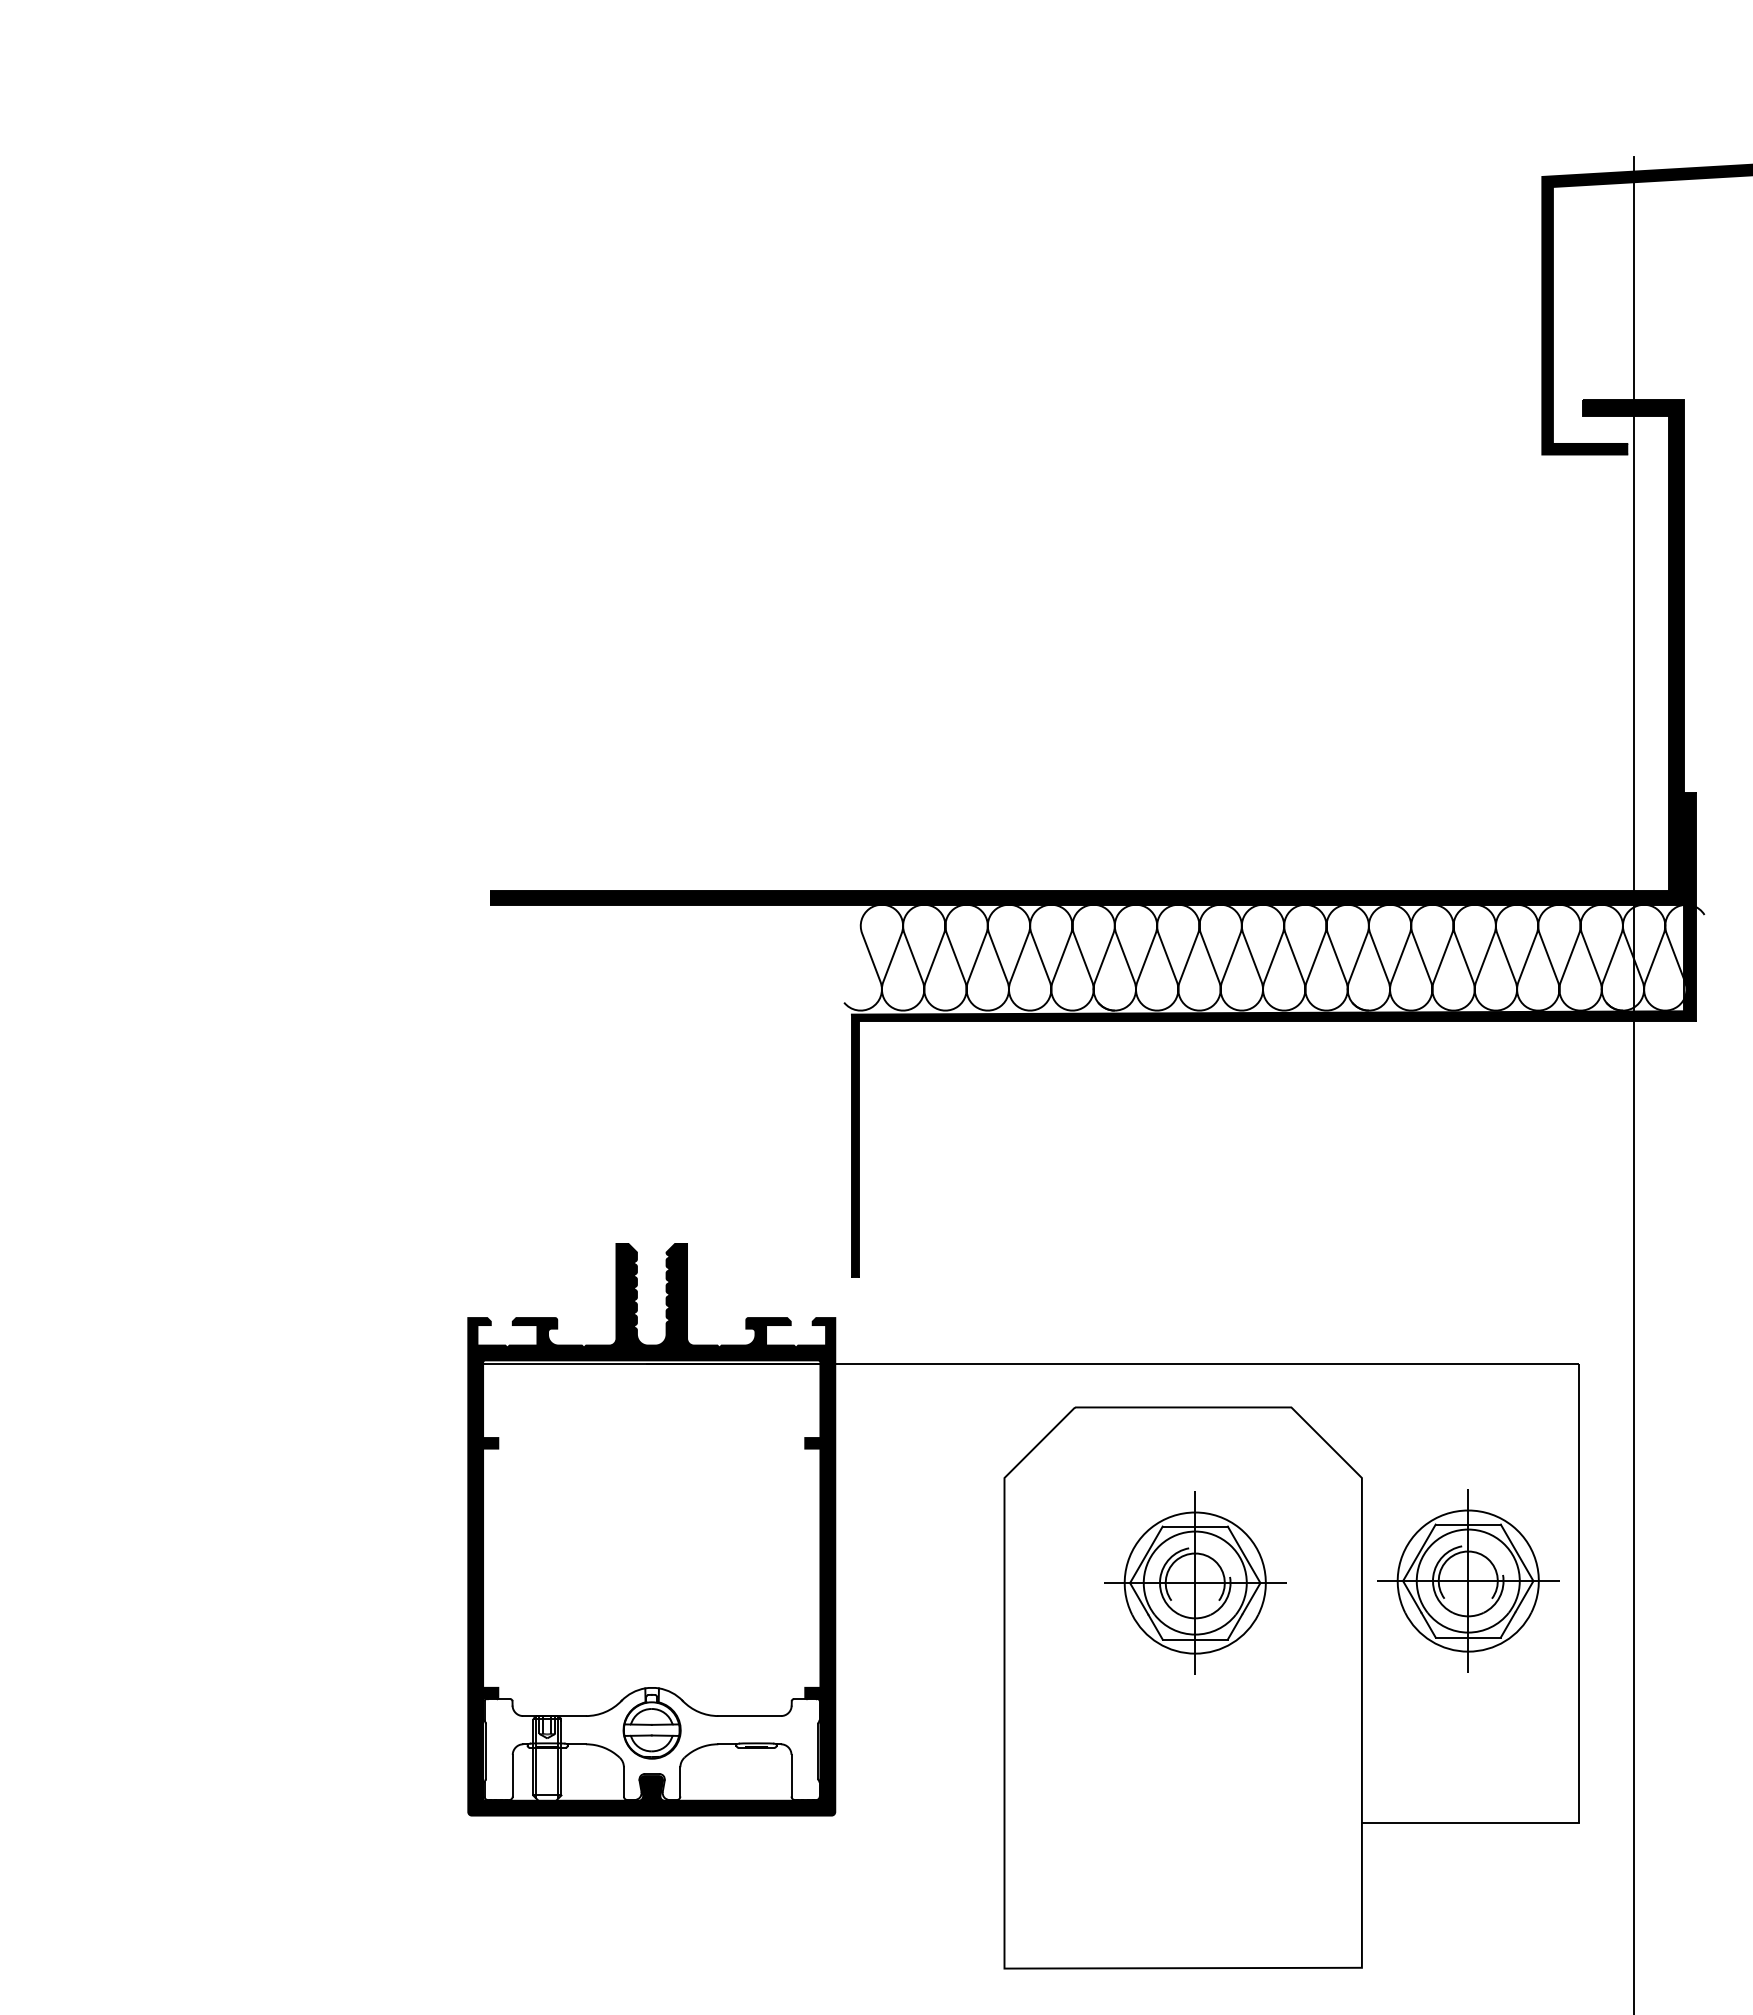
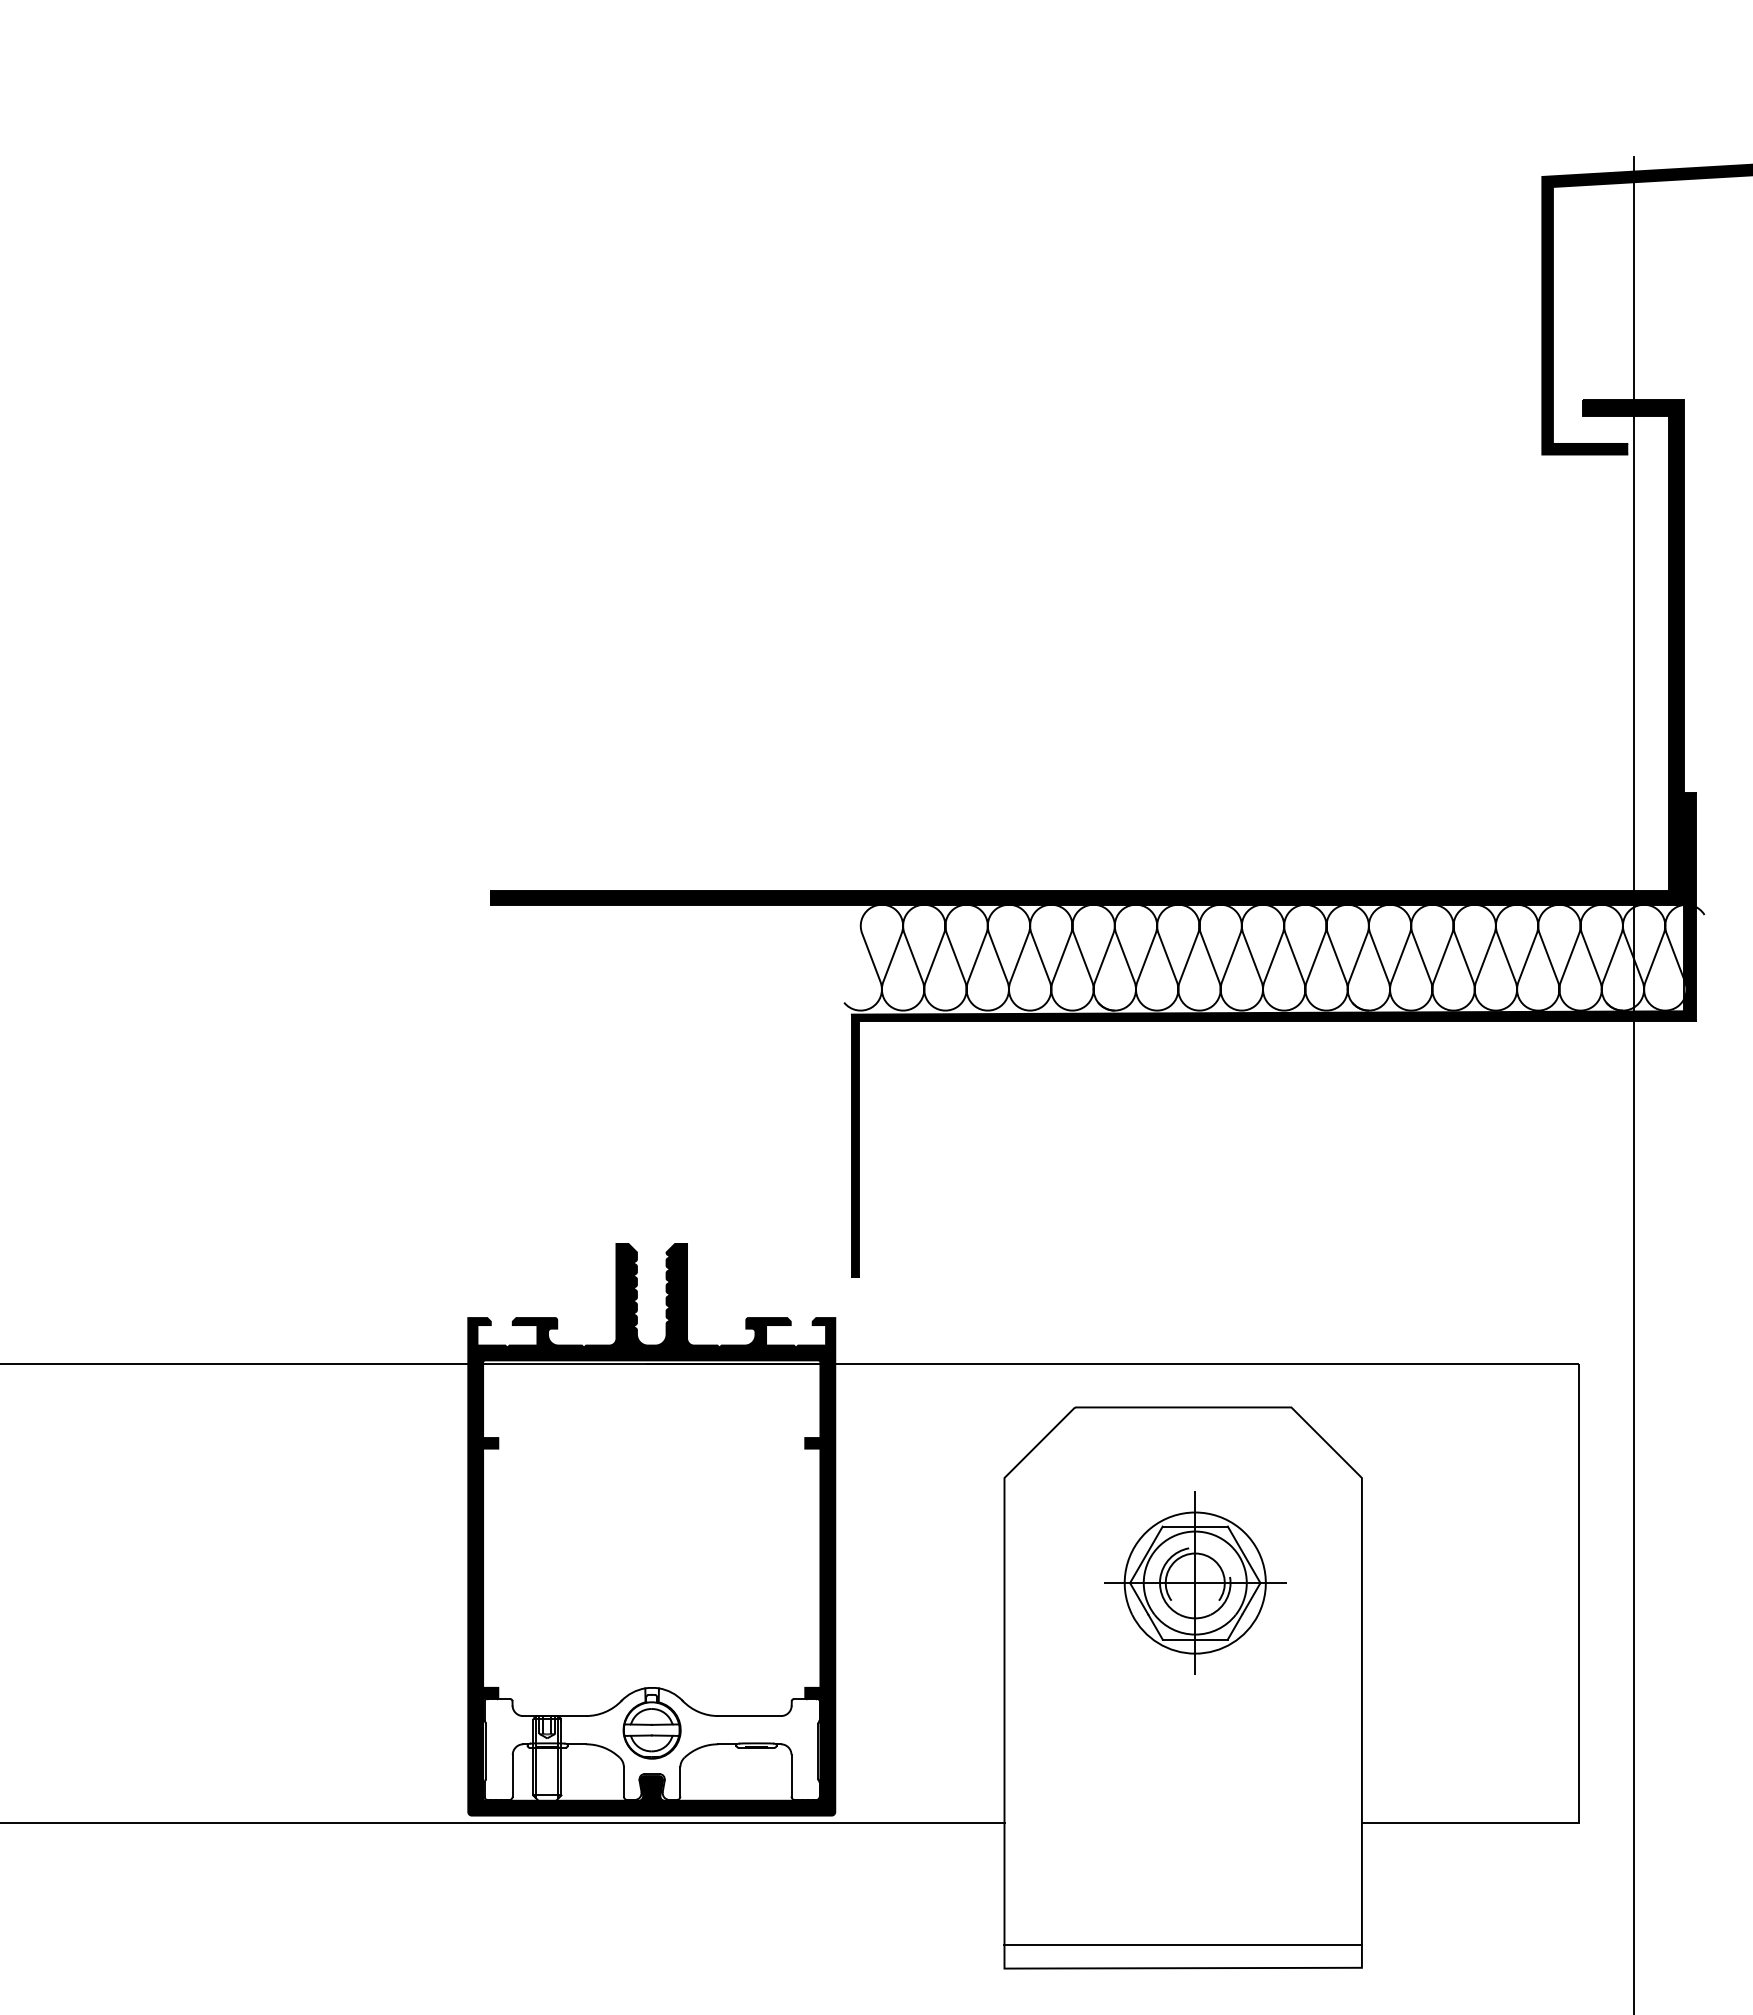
line at (235, 1363): none -> present
part at (1468, 1580): present -> none
line at (503, 1822): none -> present
line at (1182, 1945): none -> present
